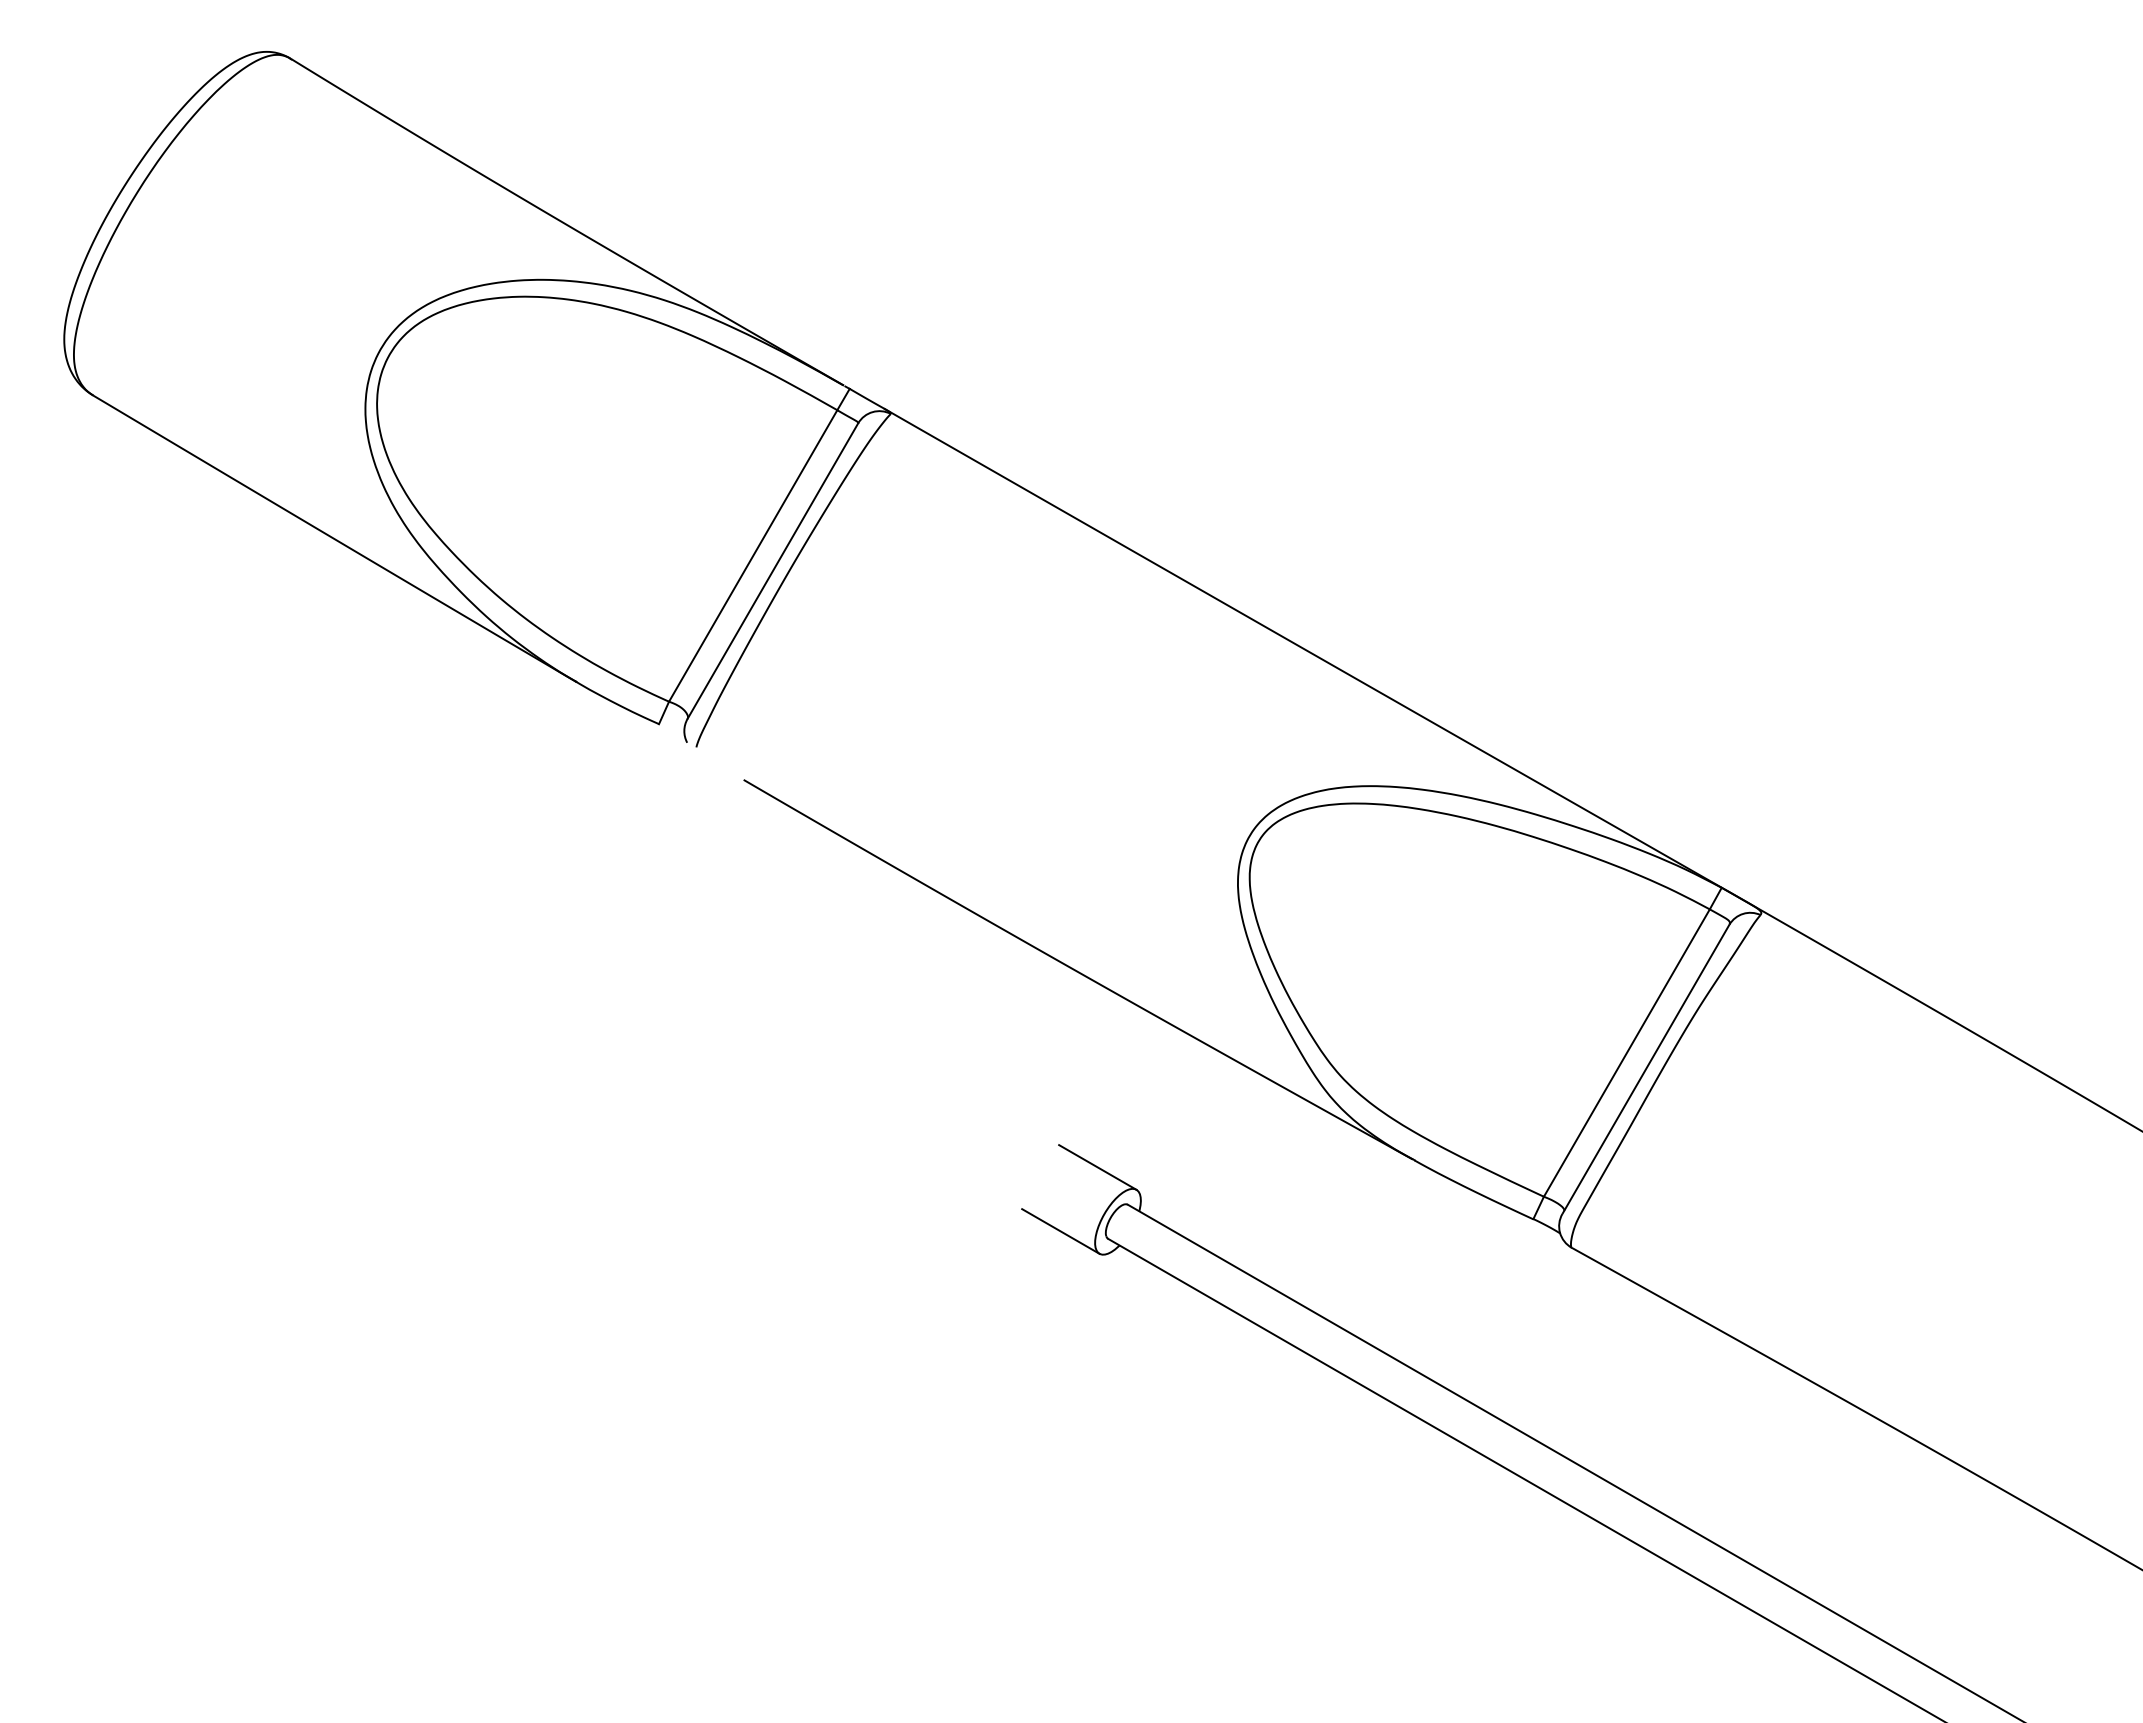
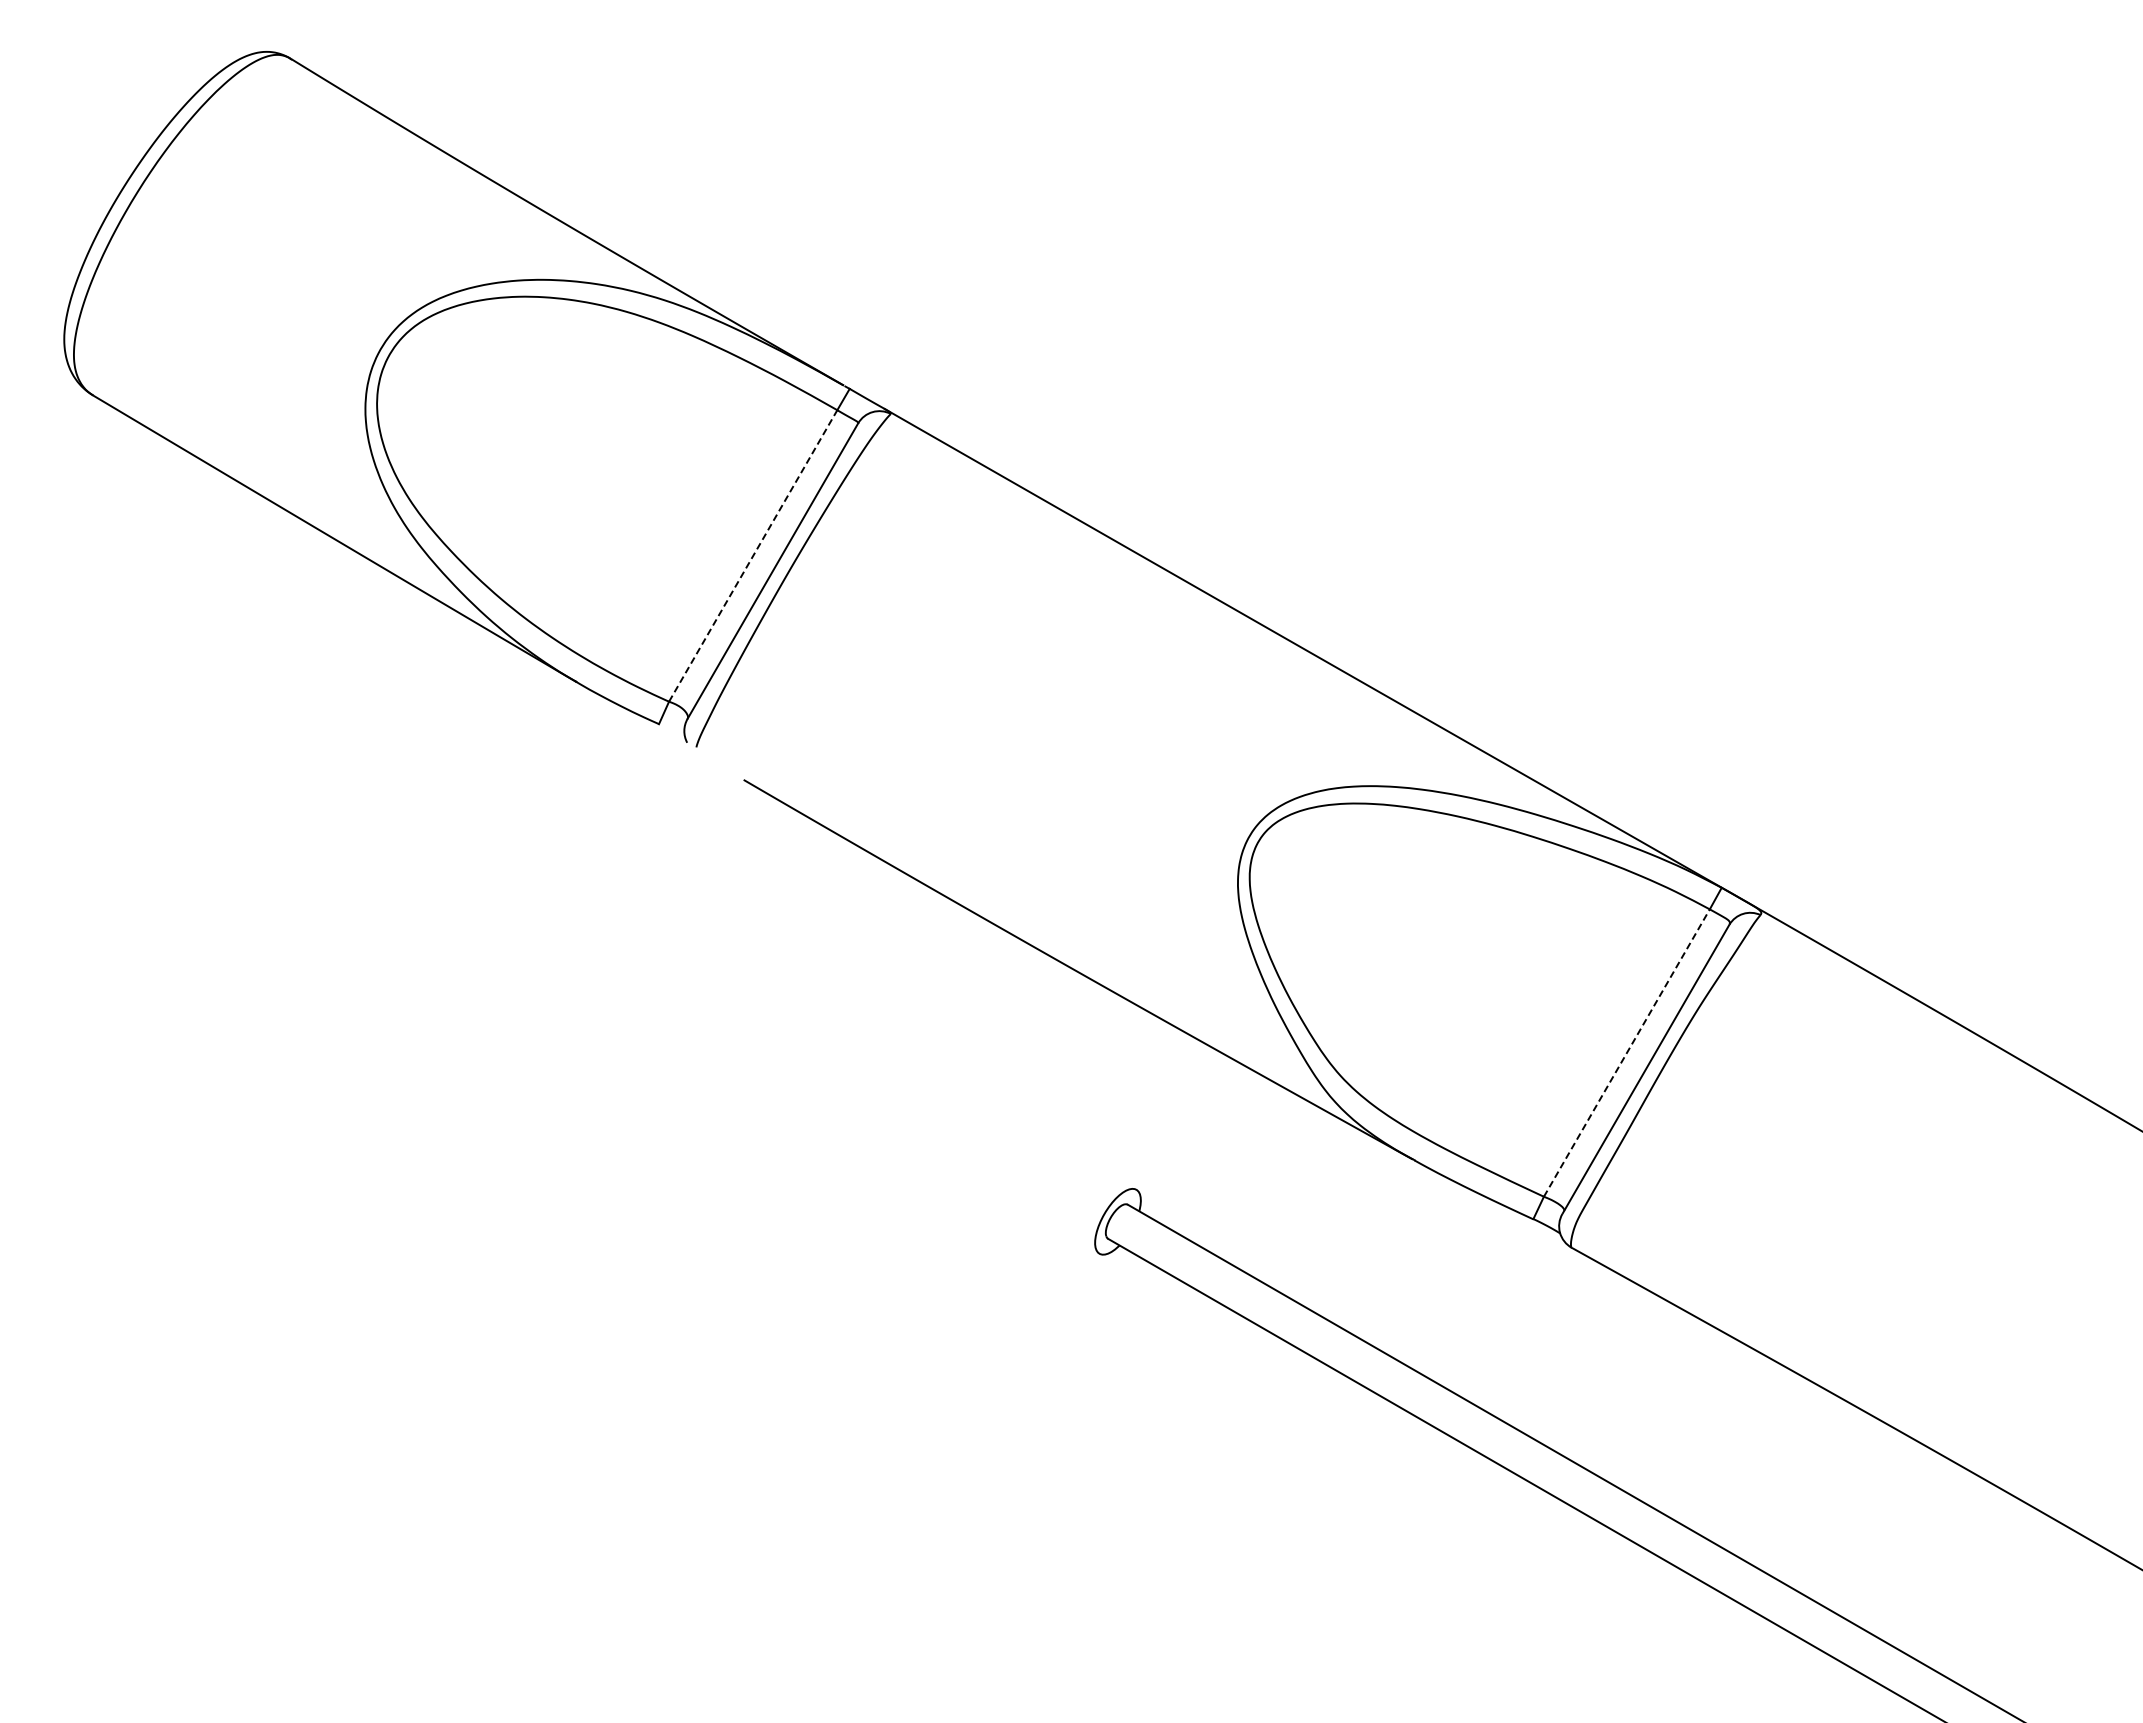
line at (753, 555): solid -> dashed
line at (1626, 1053): solid -> dashed
line at (1097, 1167): present -> none
line at (1060, 1231): present -> none
